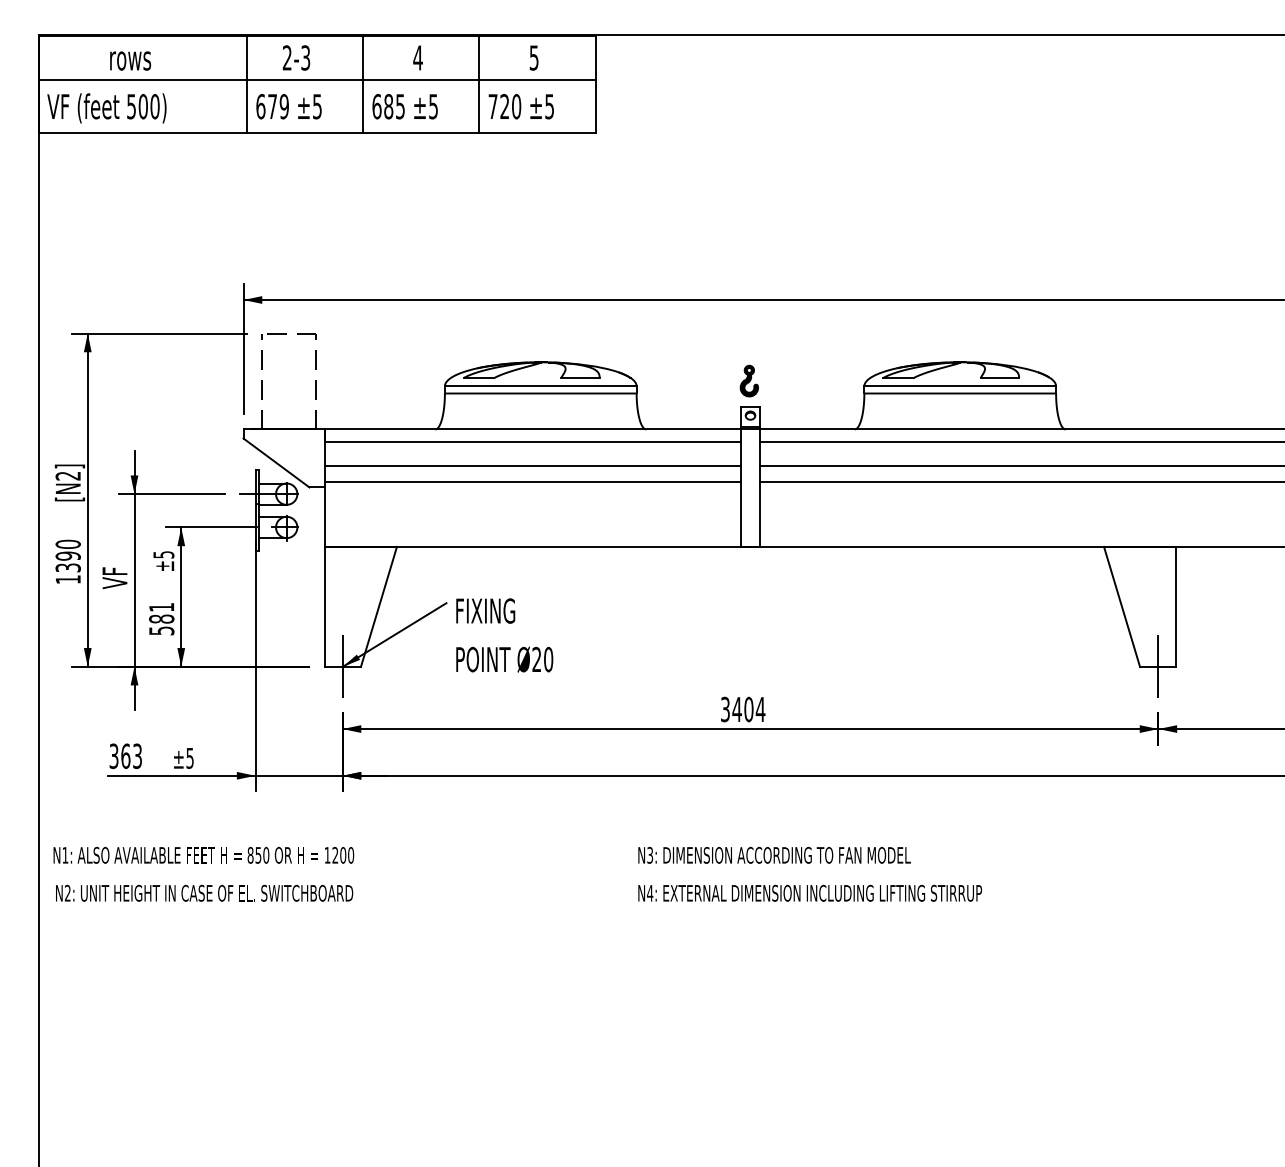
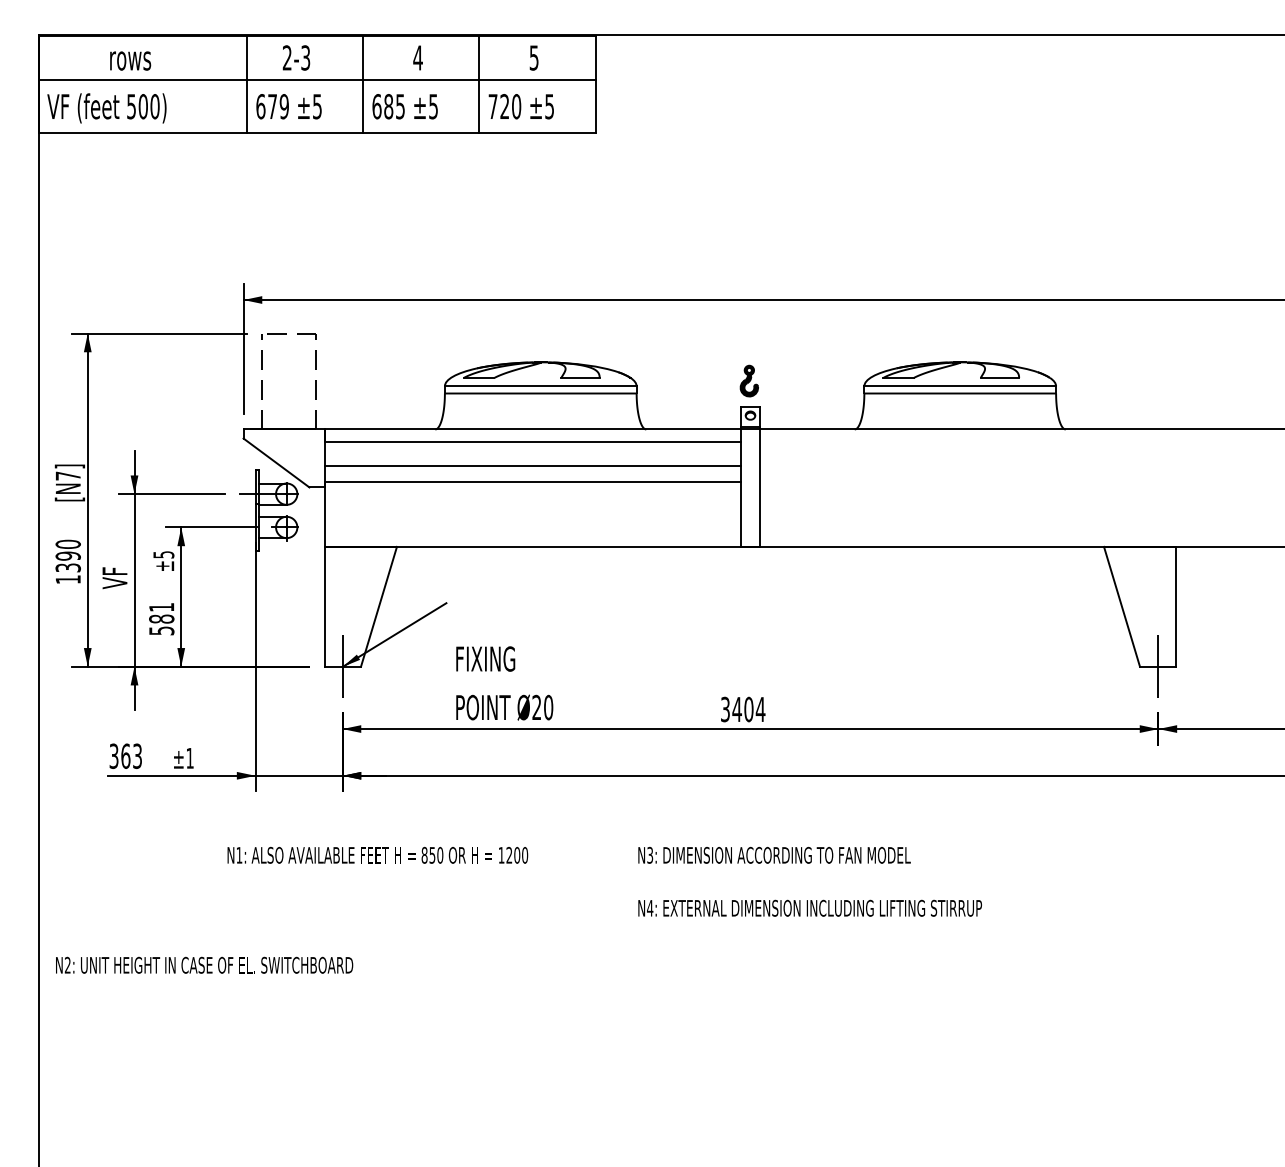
line at (1020, 441): present -> none
line at (1020, 465): present -> none
text at (67, 475): [N2] -> [N7]
line at (1020, 481): present -> none
text at (504, 635) position: (504, 635) -> (504, 683)
text at (189, 758): ±5 -> ±1
text at (203, 854) position: (203, 854) -> (377, 854)
text at (204, 892) position: (204, 892) -> (204, 964)
text at (809, 892) position: (809, 892) -> (809, 907)
